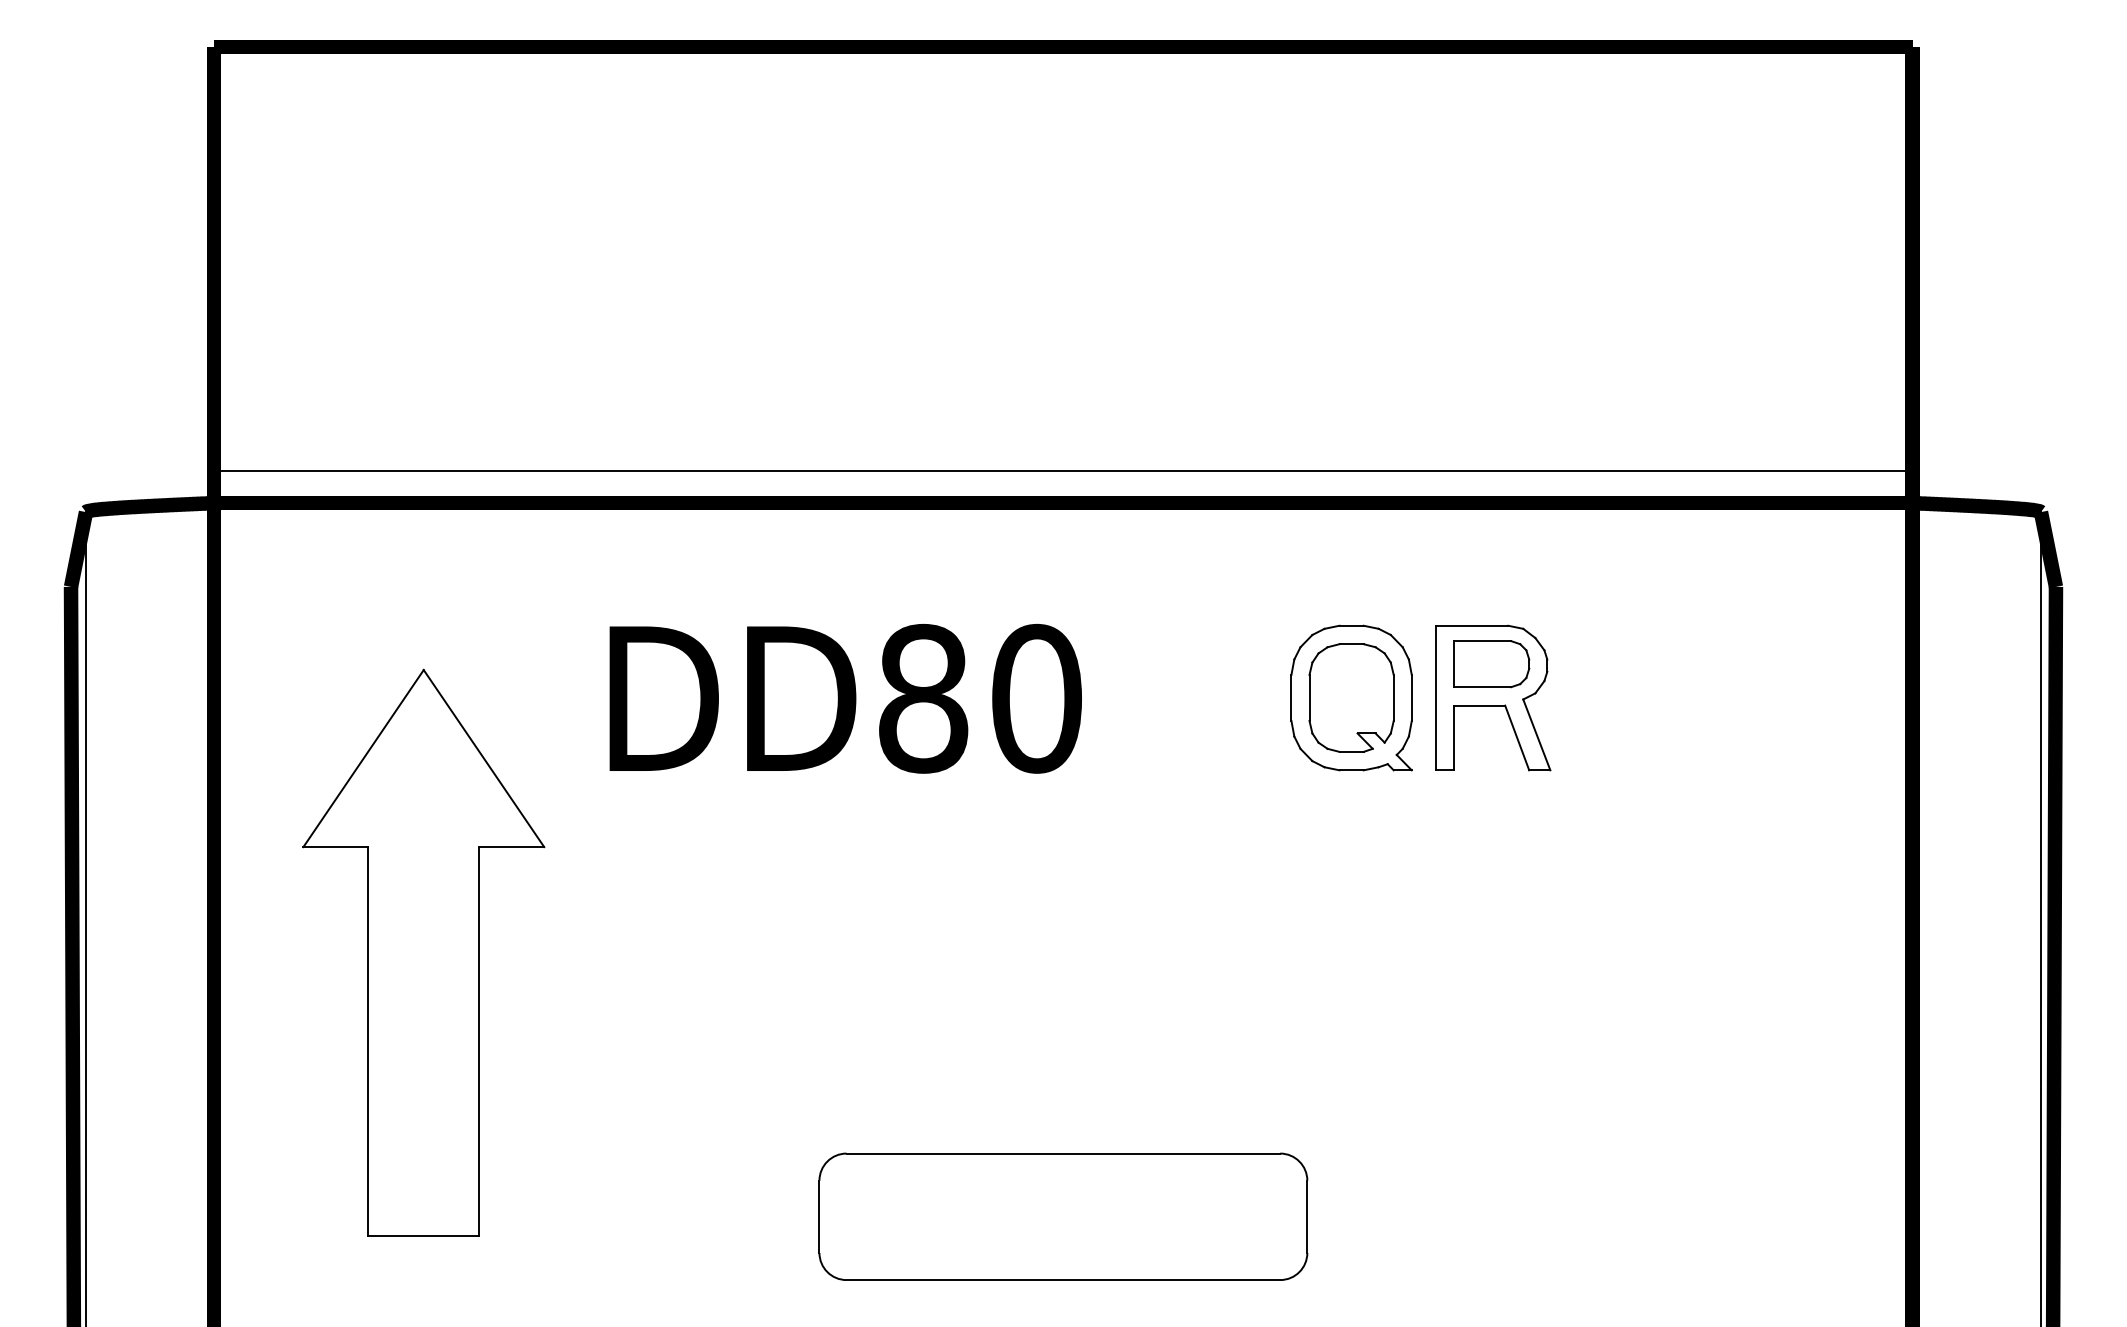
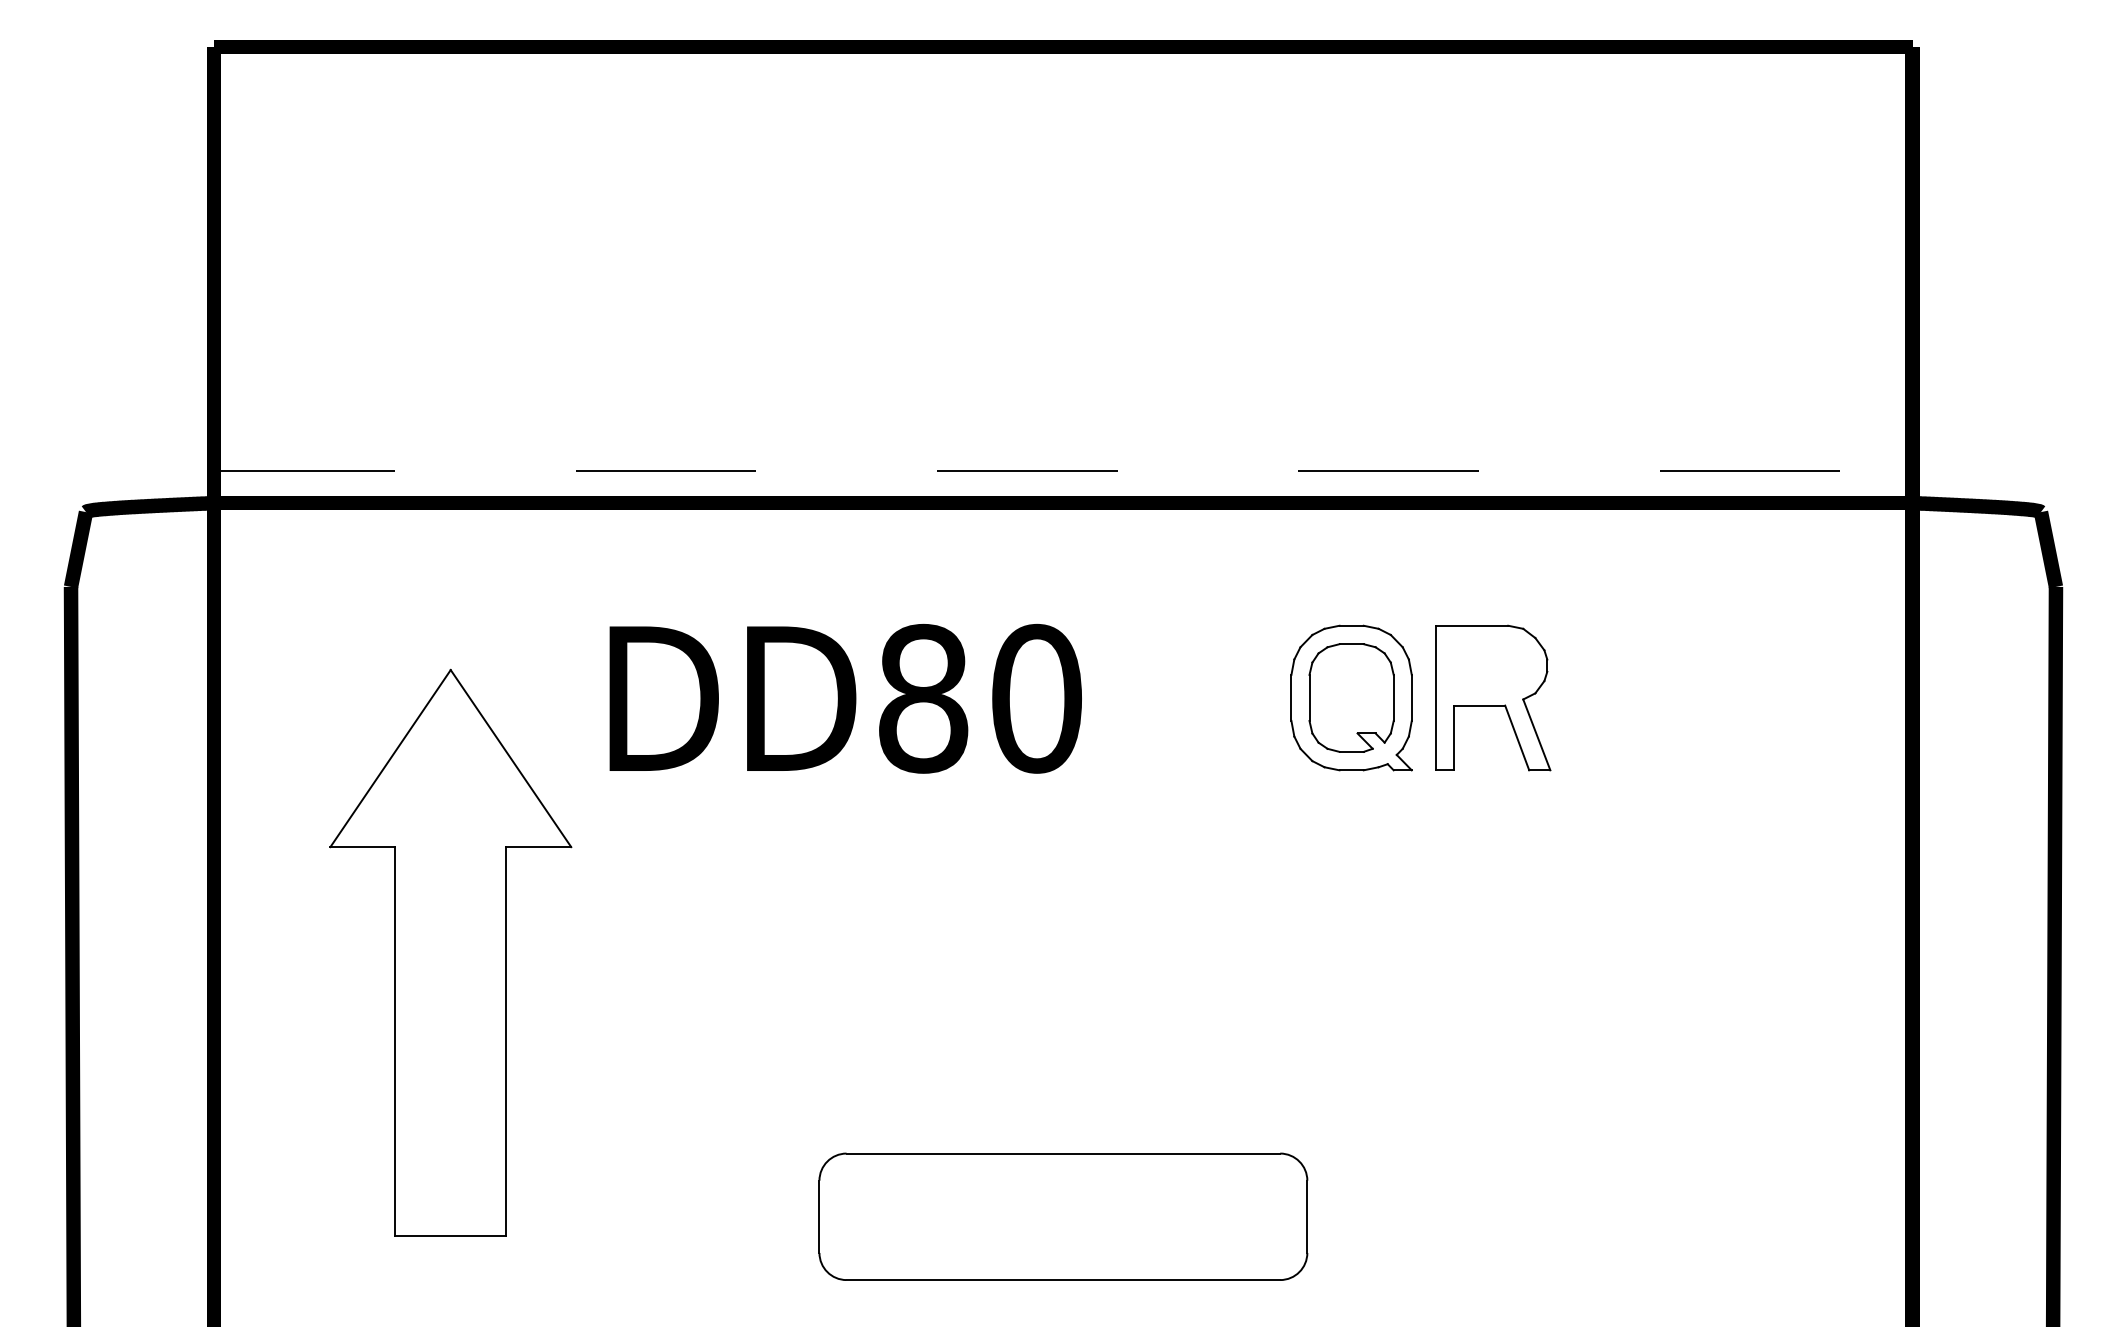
line at (1063, 471): solid -> dashed
part at (1491, 664): present -> none
line at (86, 917): present -> none
line at (2040, 917): present -> none
part at (423, 952) position: (423, 952) -> (450, 952)
